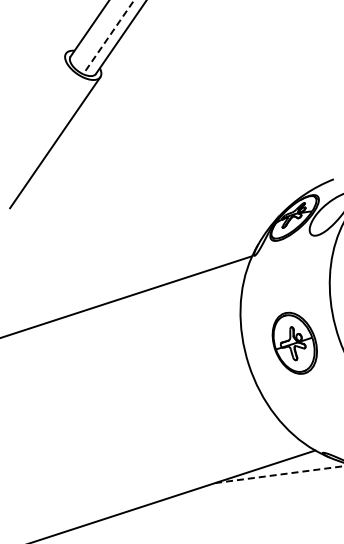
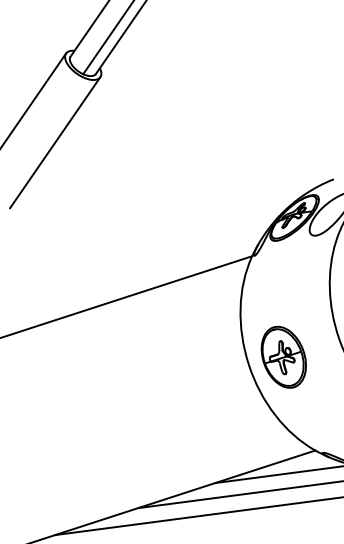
line at (108, 37): dashed -> solid
line at (34, 99): none -> present
part at (294, 342) position: (294, 342) -> (283, 356)
line at (279, 474): dashed -> solid
line at (238, 494): none -> present
line at (197, 516): none -> present
